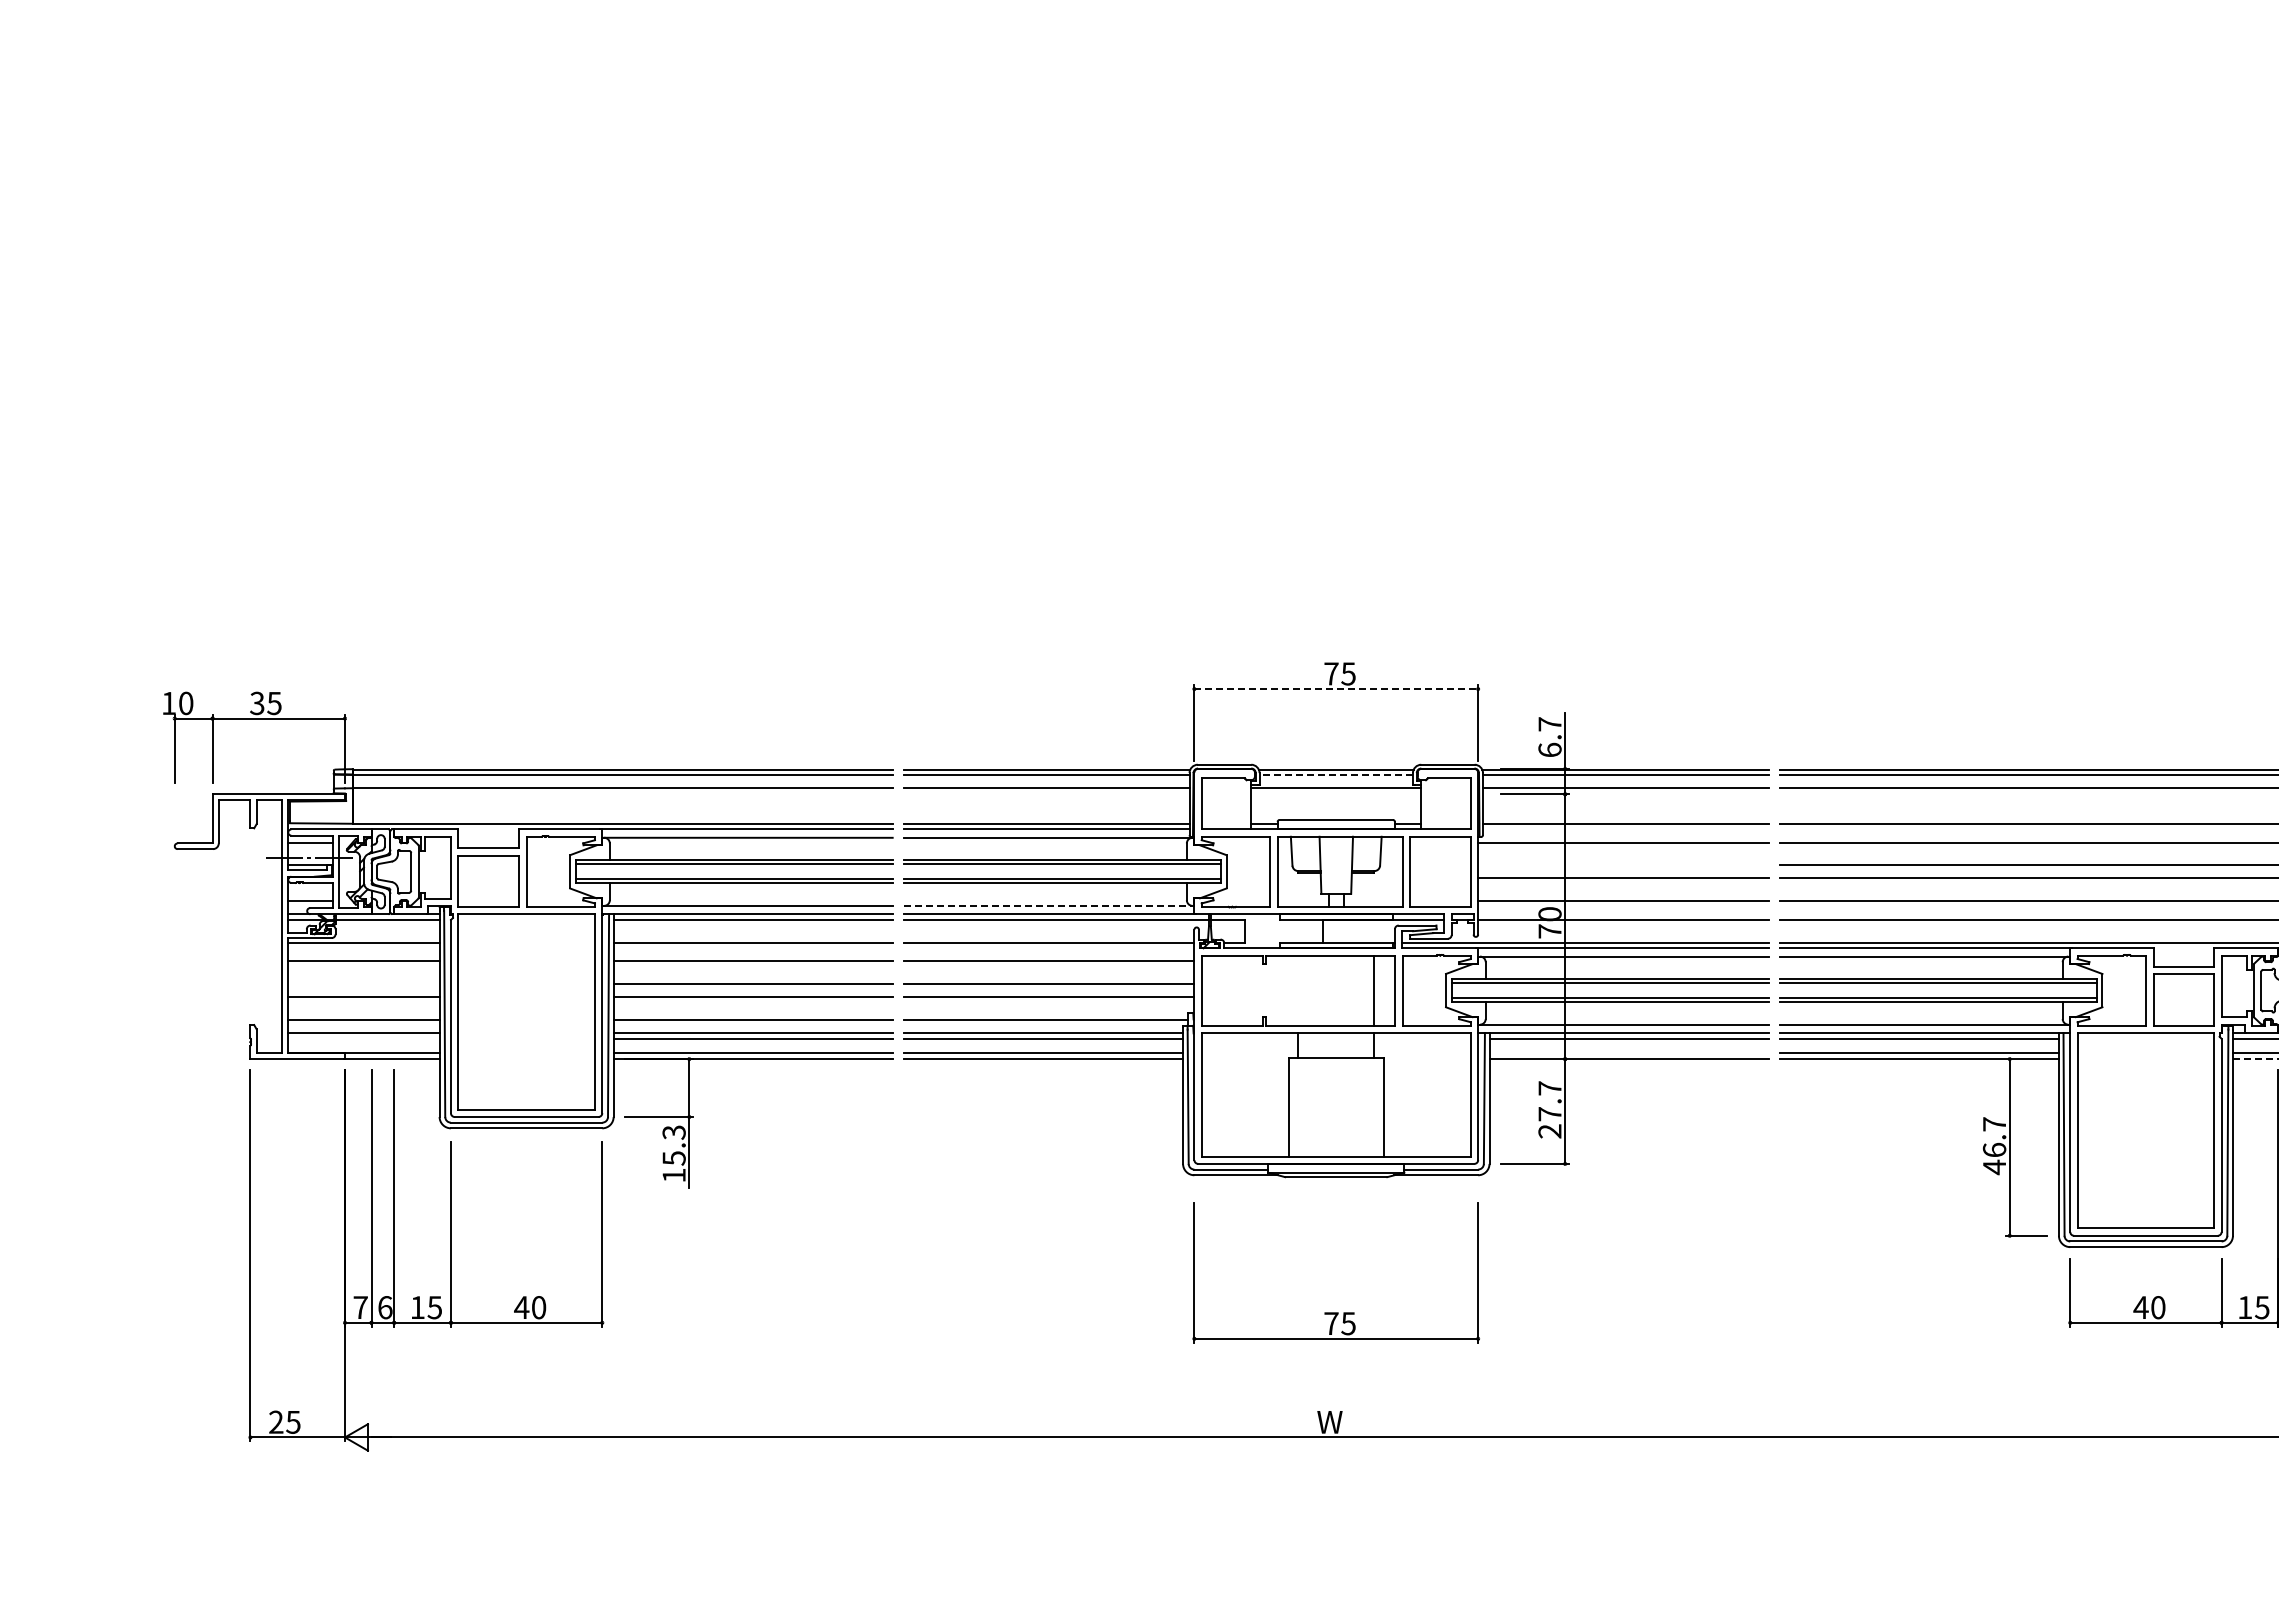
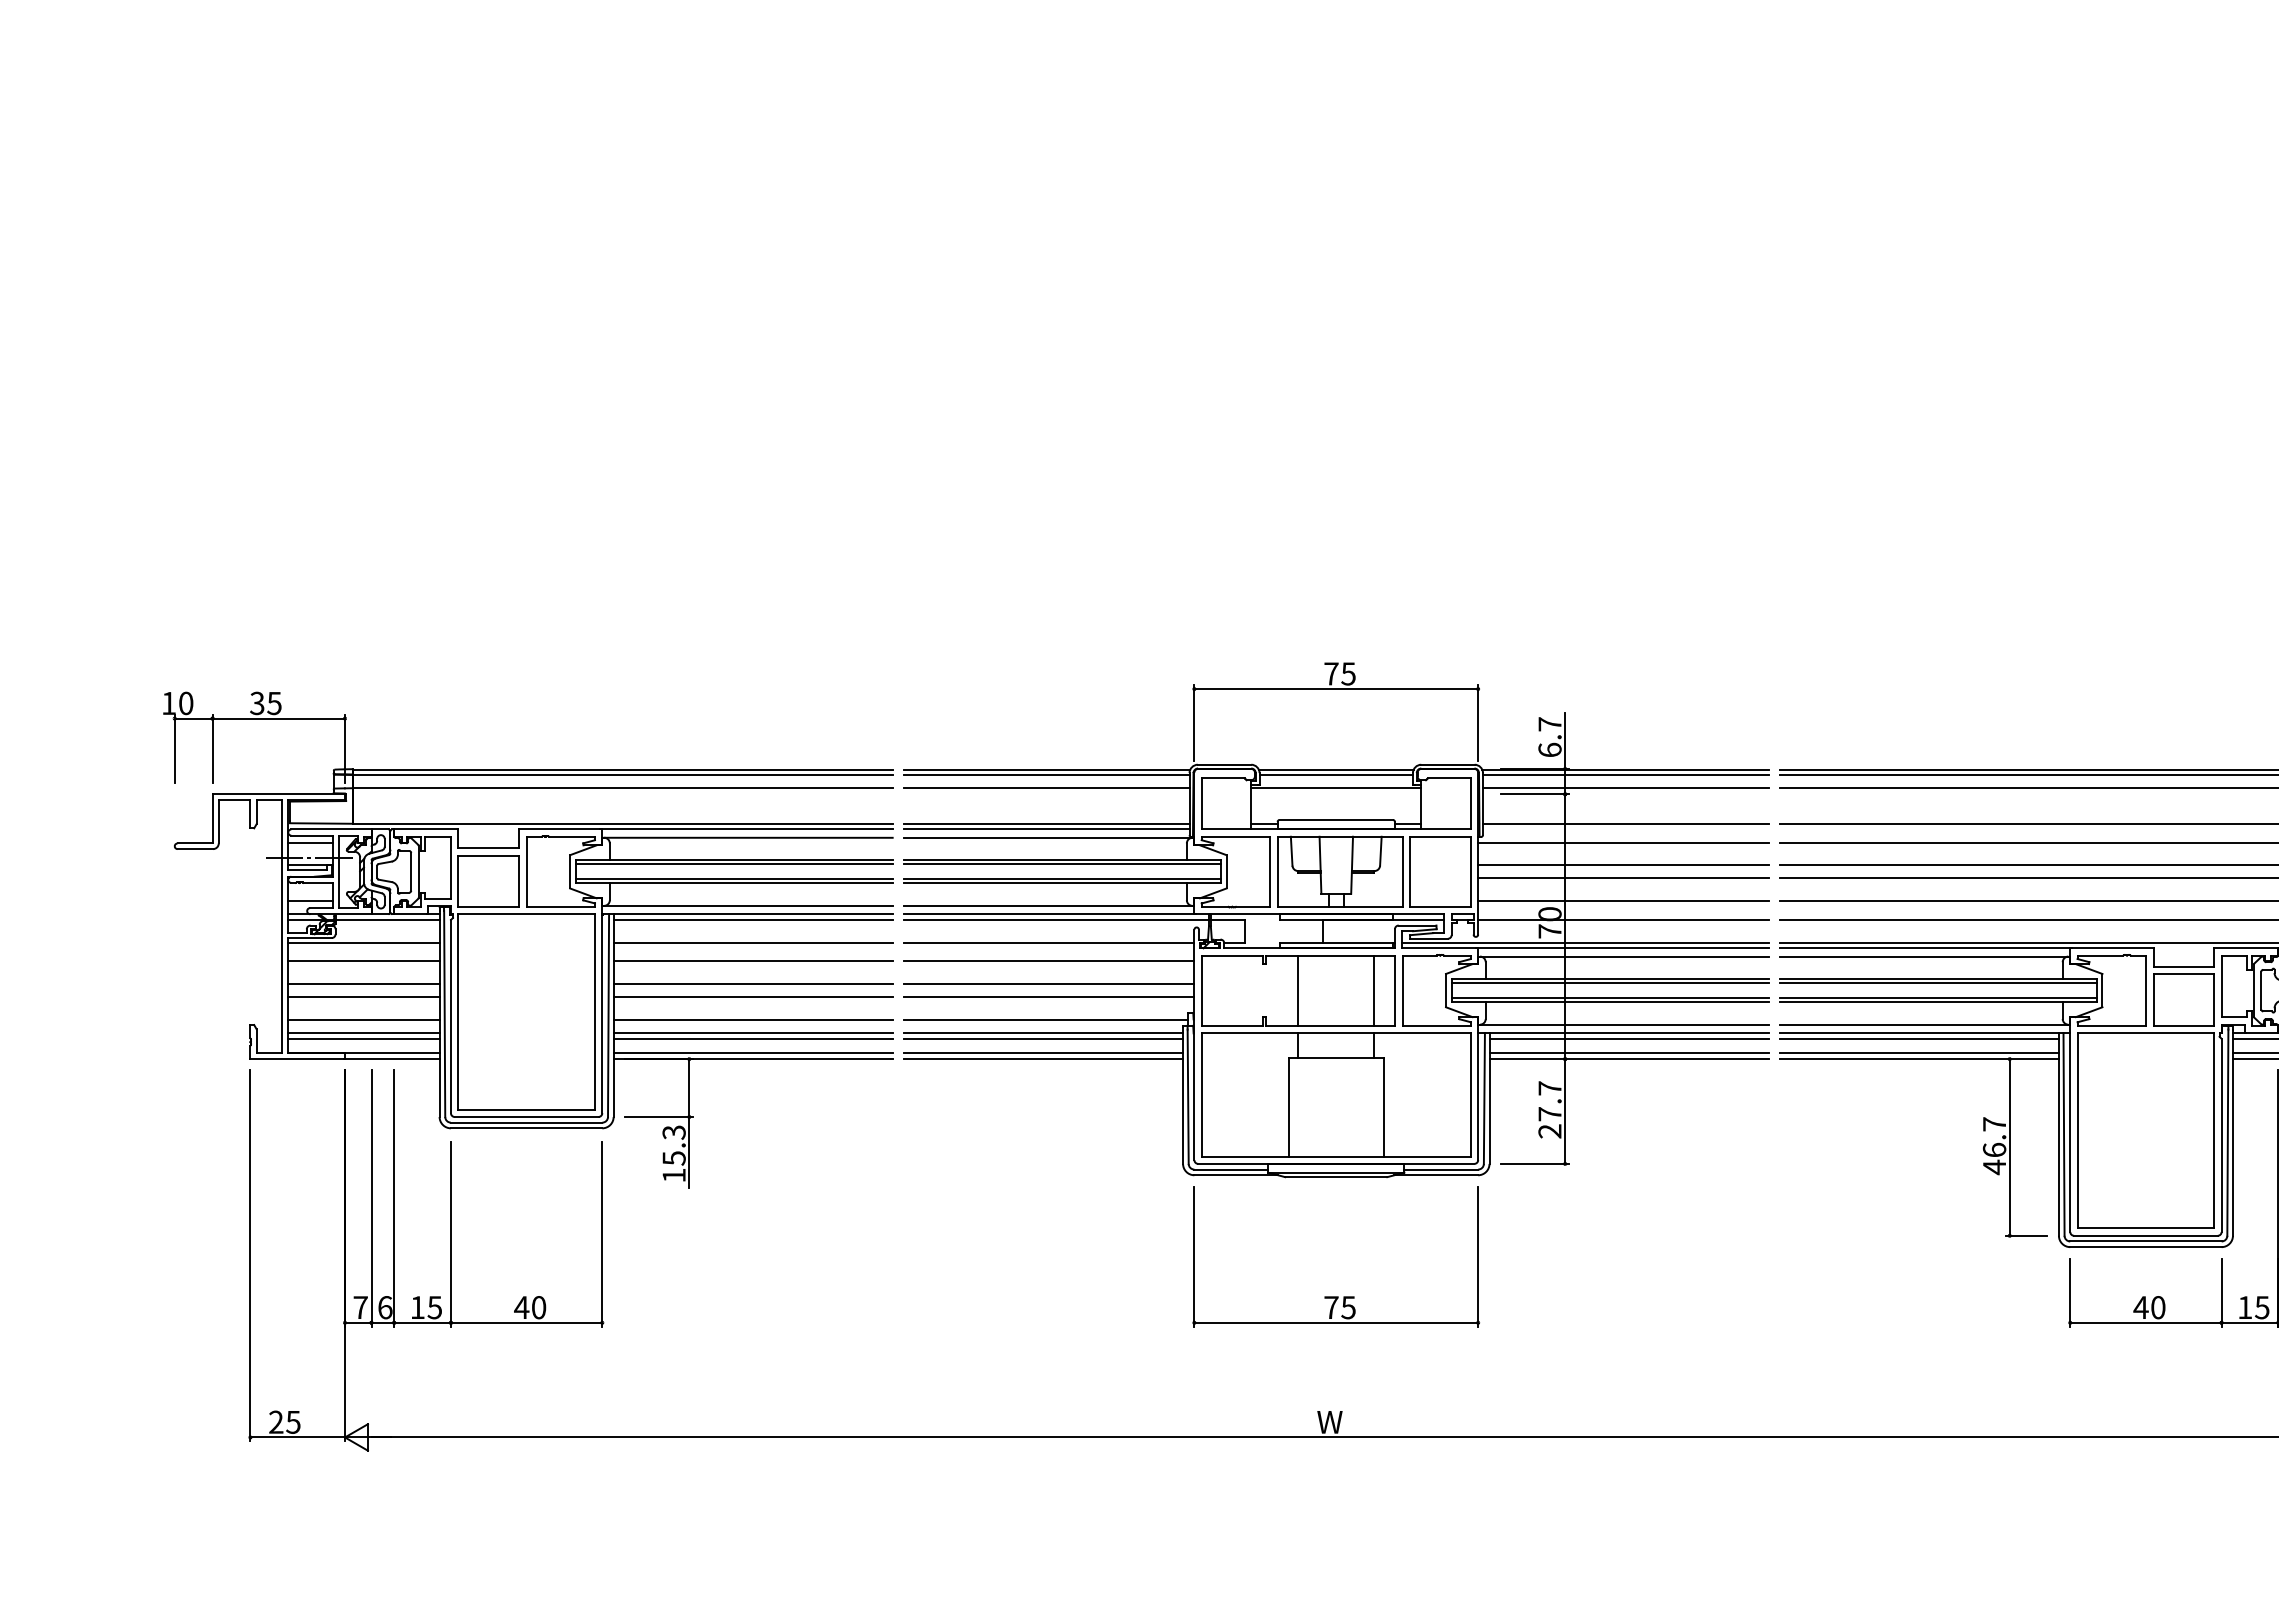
line at (1336, 689): dashed -> solid
line at (1336, 774): dashed -> solid
line at (1623, 865): none -> present
line at (1048, 905): dashed -> solid
line at (363, 984): none -> present
line at (1298, 990): none -> present
line at (363, 1038): none -> present
line at (1628, 1052): none -> present
line at (2255, 1059): dashed -> solid
part at (1335, 1312) position: (1335, 1312) -> (1335, 1296)
